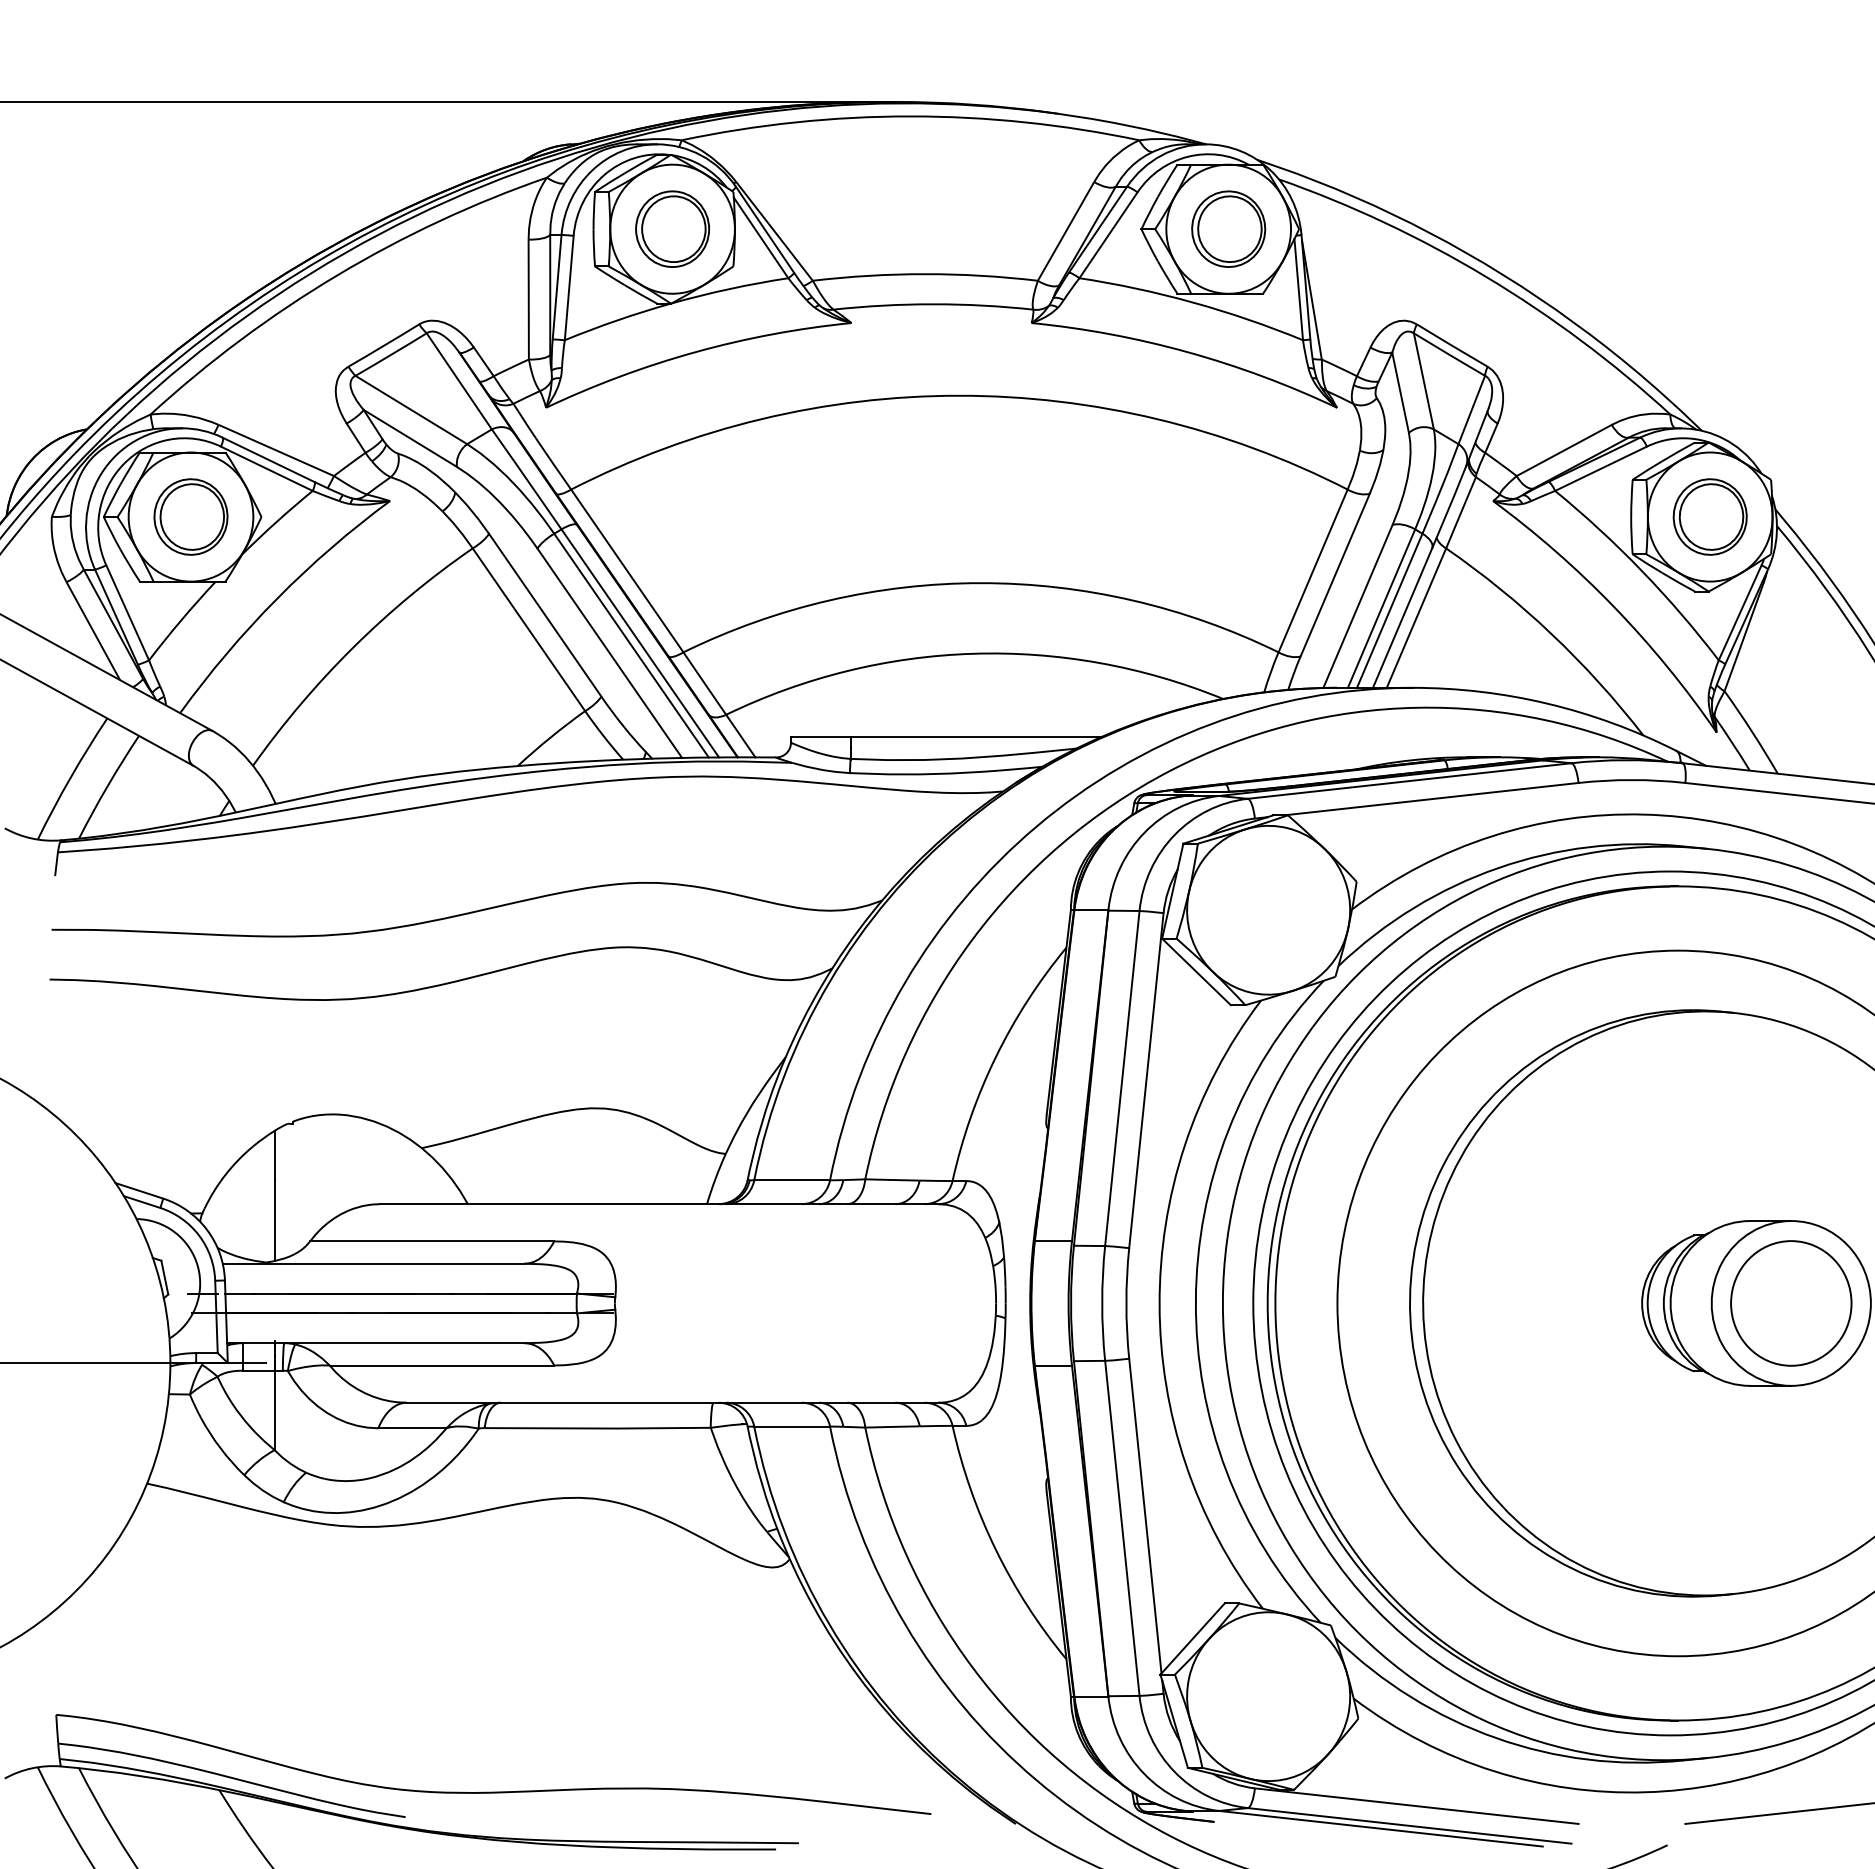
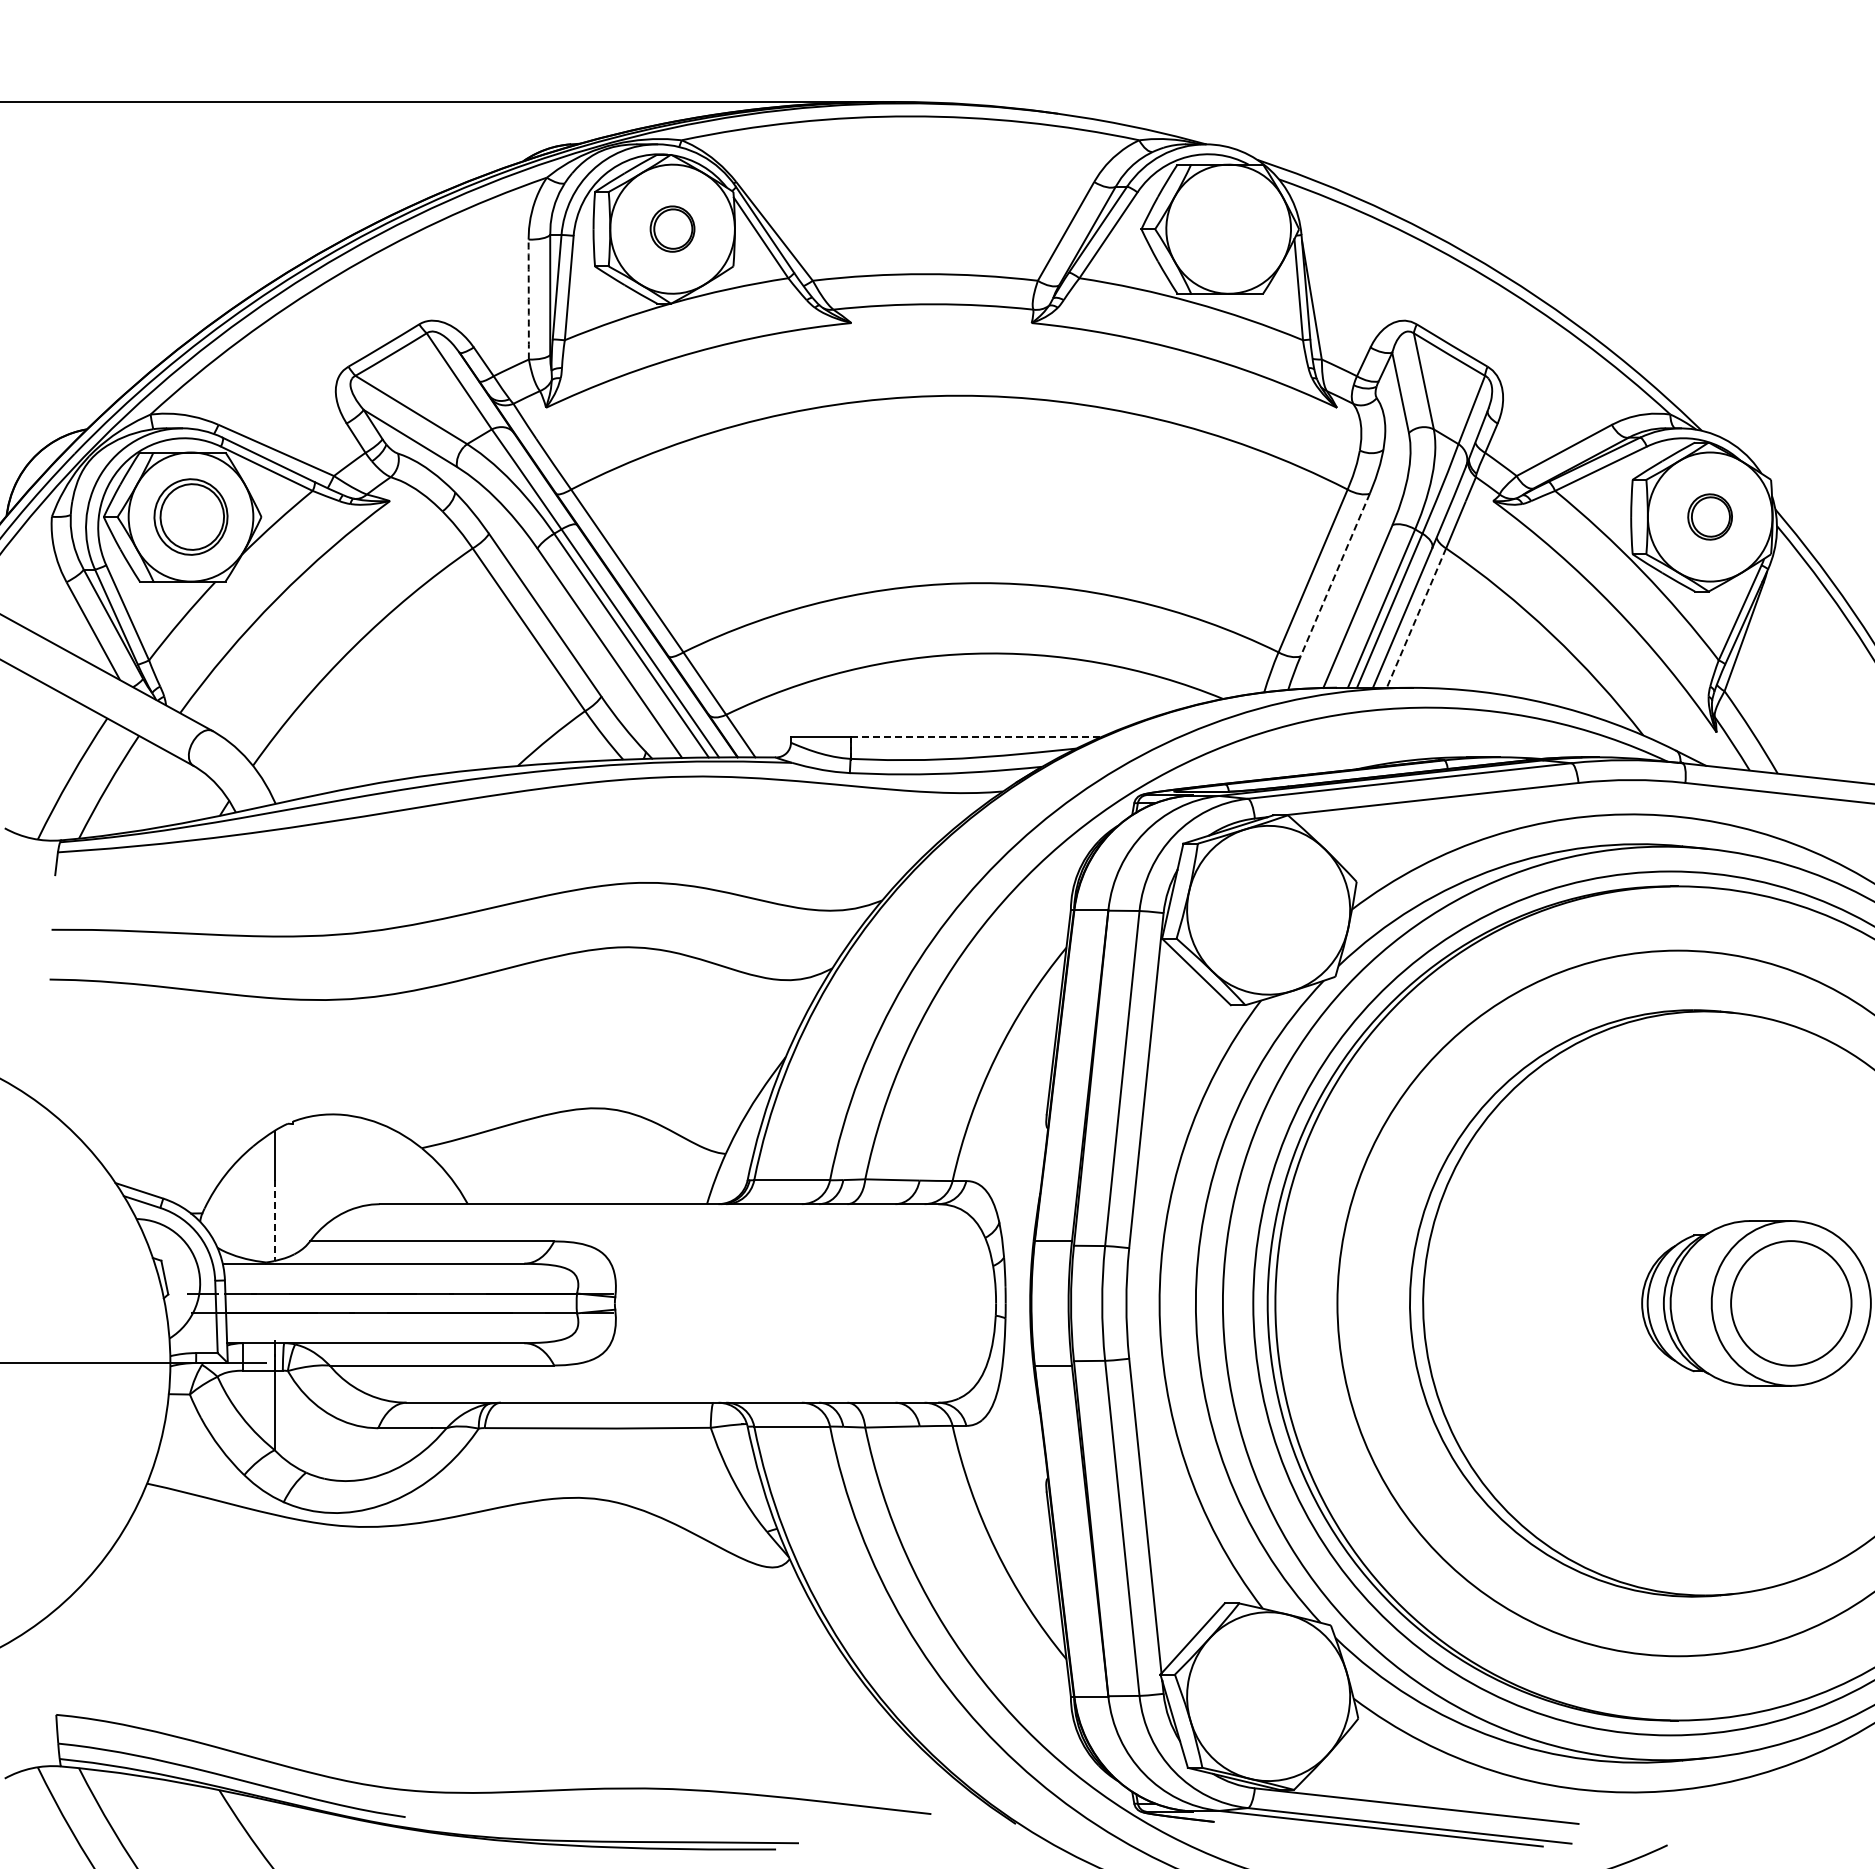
part at (672, 228) size: 75x78 px -> 47x48 px
part at (1228, 228): present -> none
arc at (528, 299): solid -> dashed
part at (1709, 516) size: 76x78 px -> 46x48 px
line at (1335, 575): solid -> dashed
line at (1416, 618): solid -> dashed
line at (975, 737): solid -> dashed
line at (274, 1220): solid -> dashed
line at (1778, 1813): present -> none
